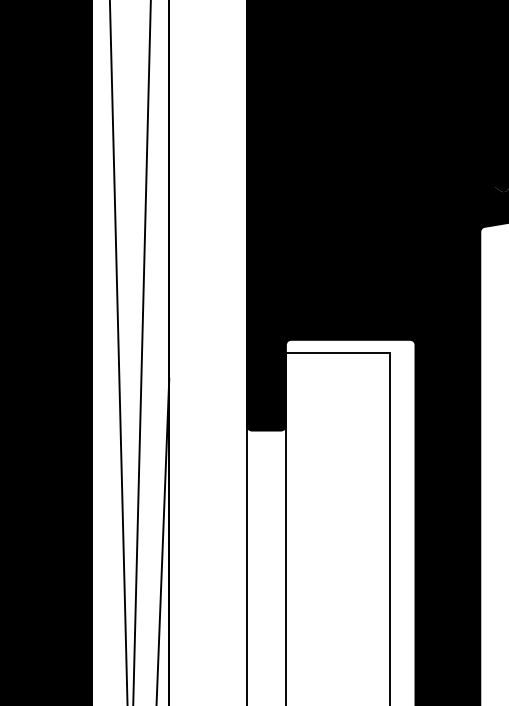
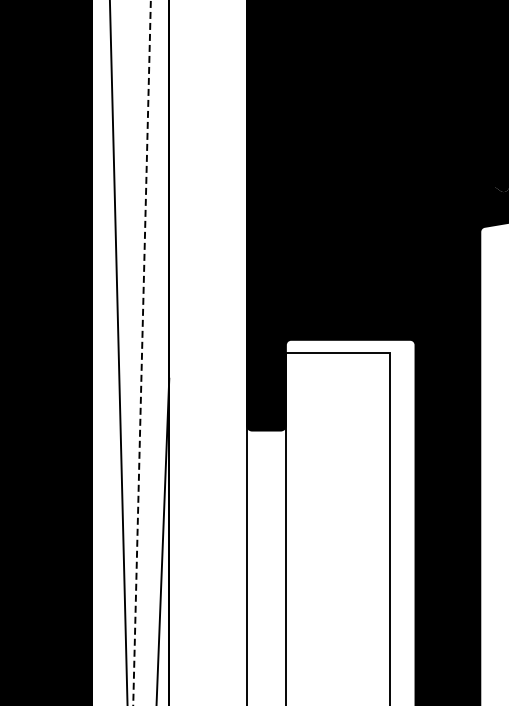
line at (142, 353): solid -> dashed
